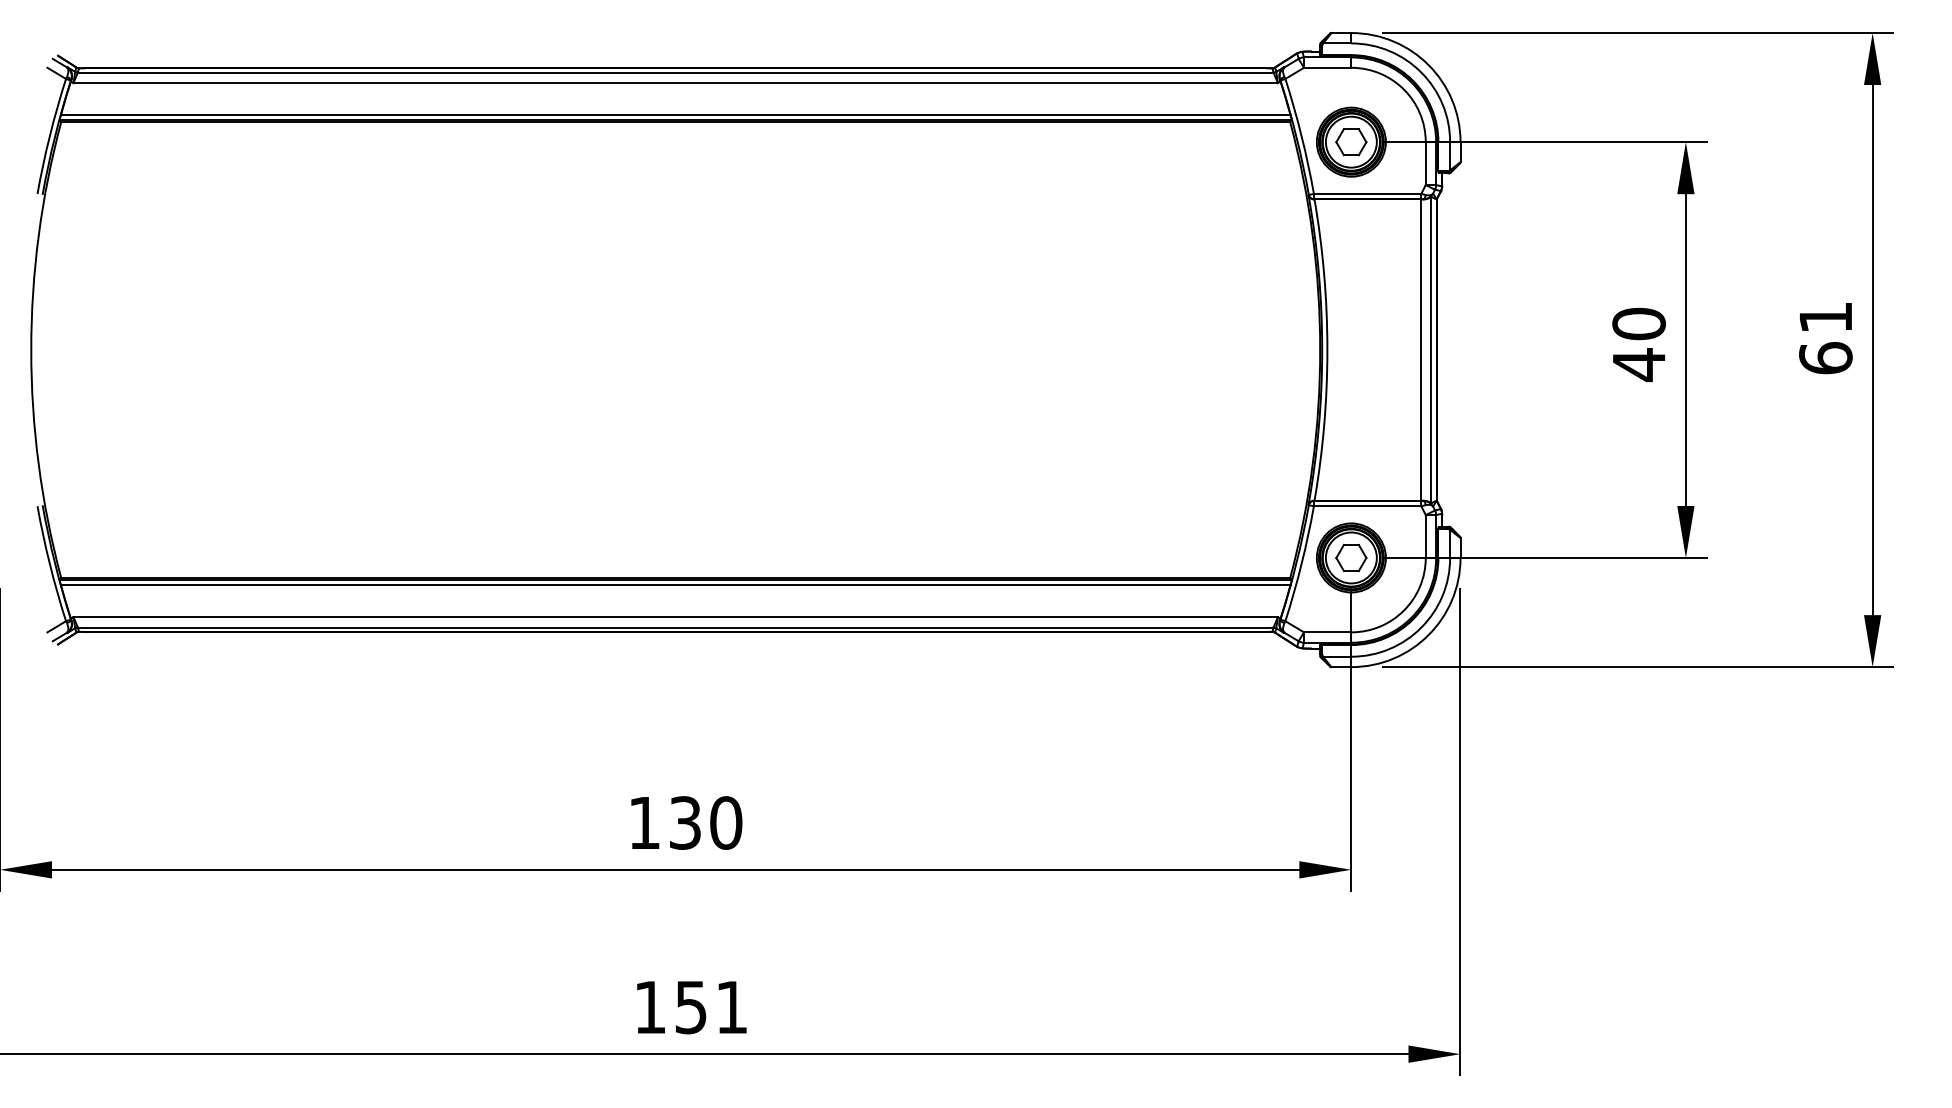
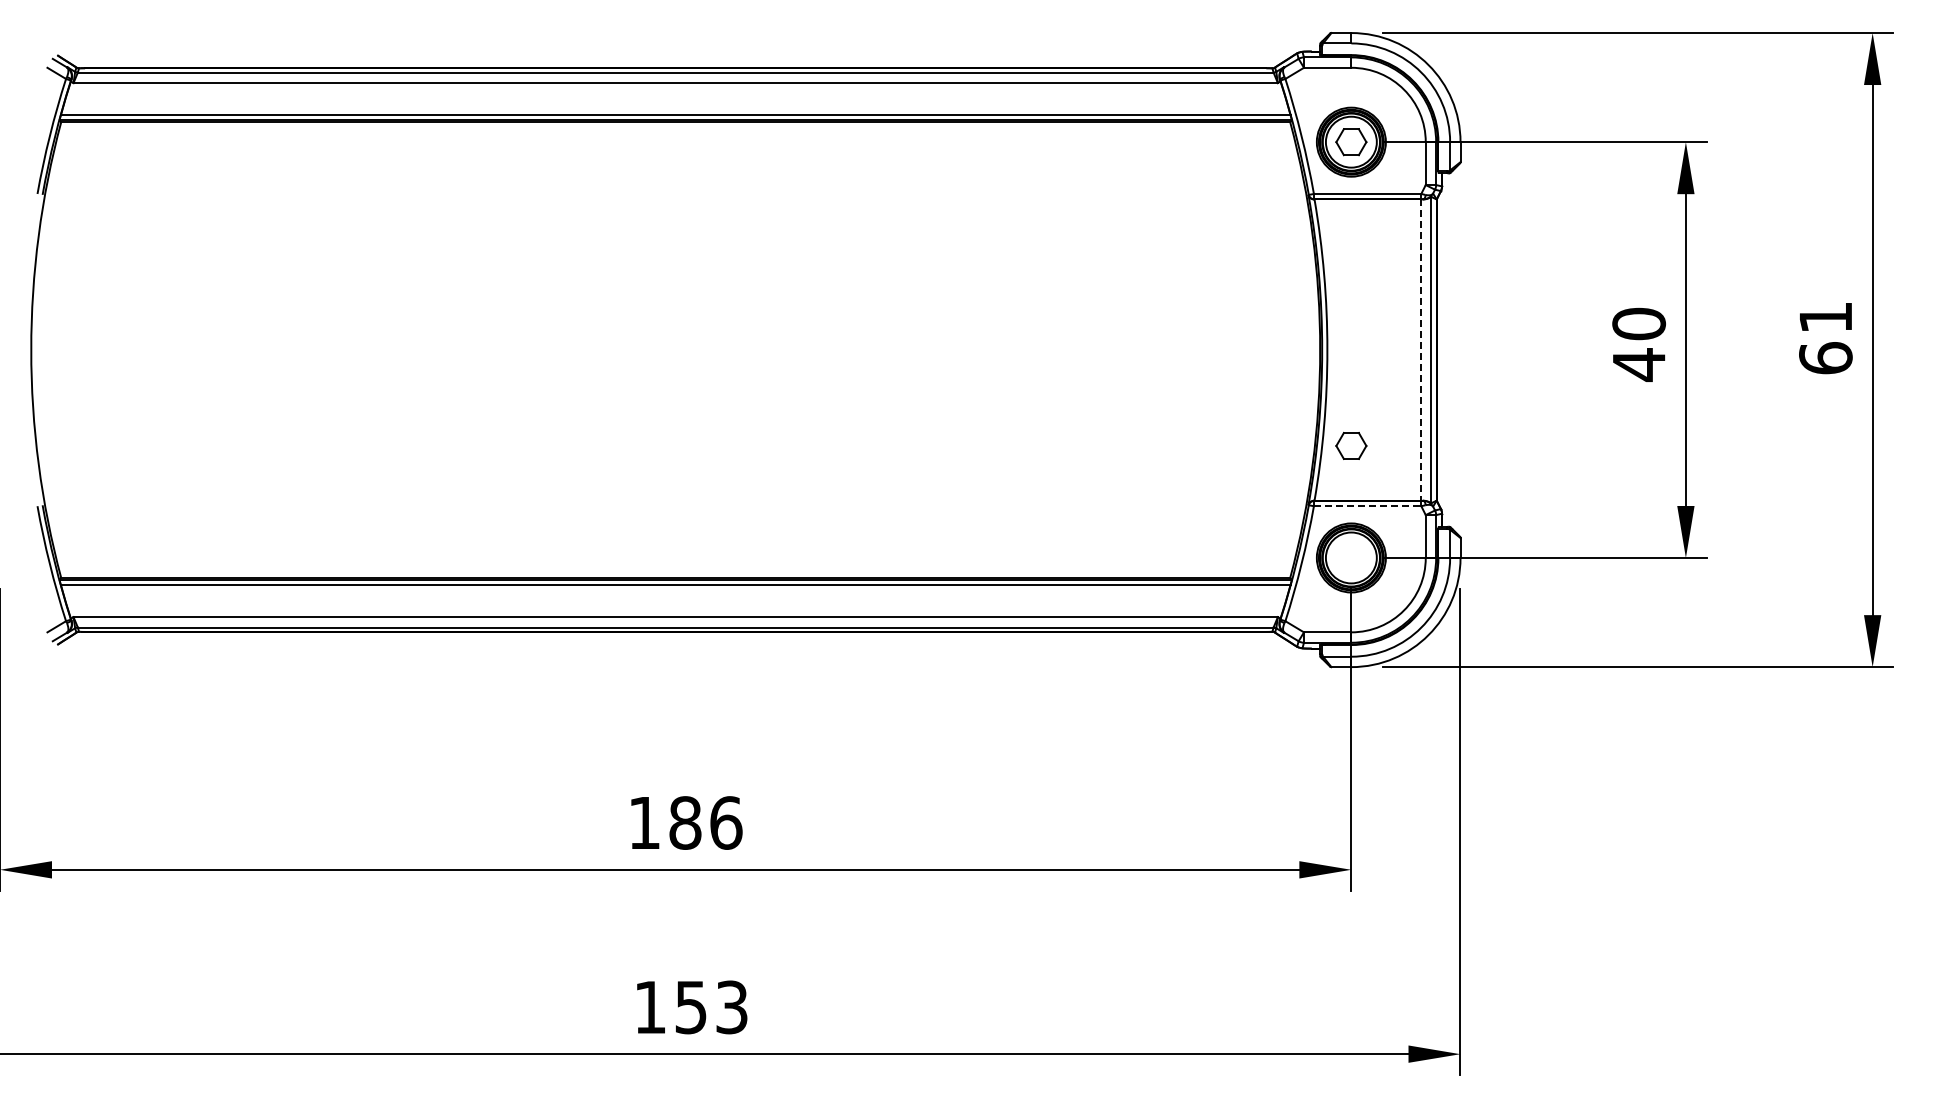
line at (1420, 350): solid -> dashed
line at (1367, 506): solid -> dashed
part at (1351, 557) position: (1351, 557) -> (1351, 445)
text at (705, 822): 130 -> 186
text at (731, 1007): 151 -> 153
